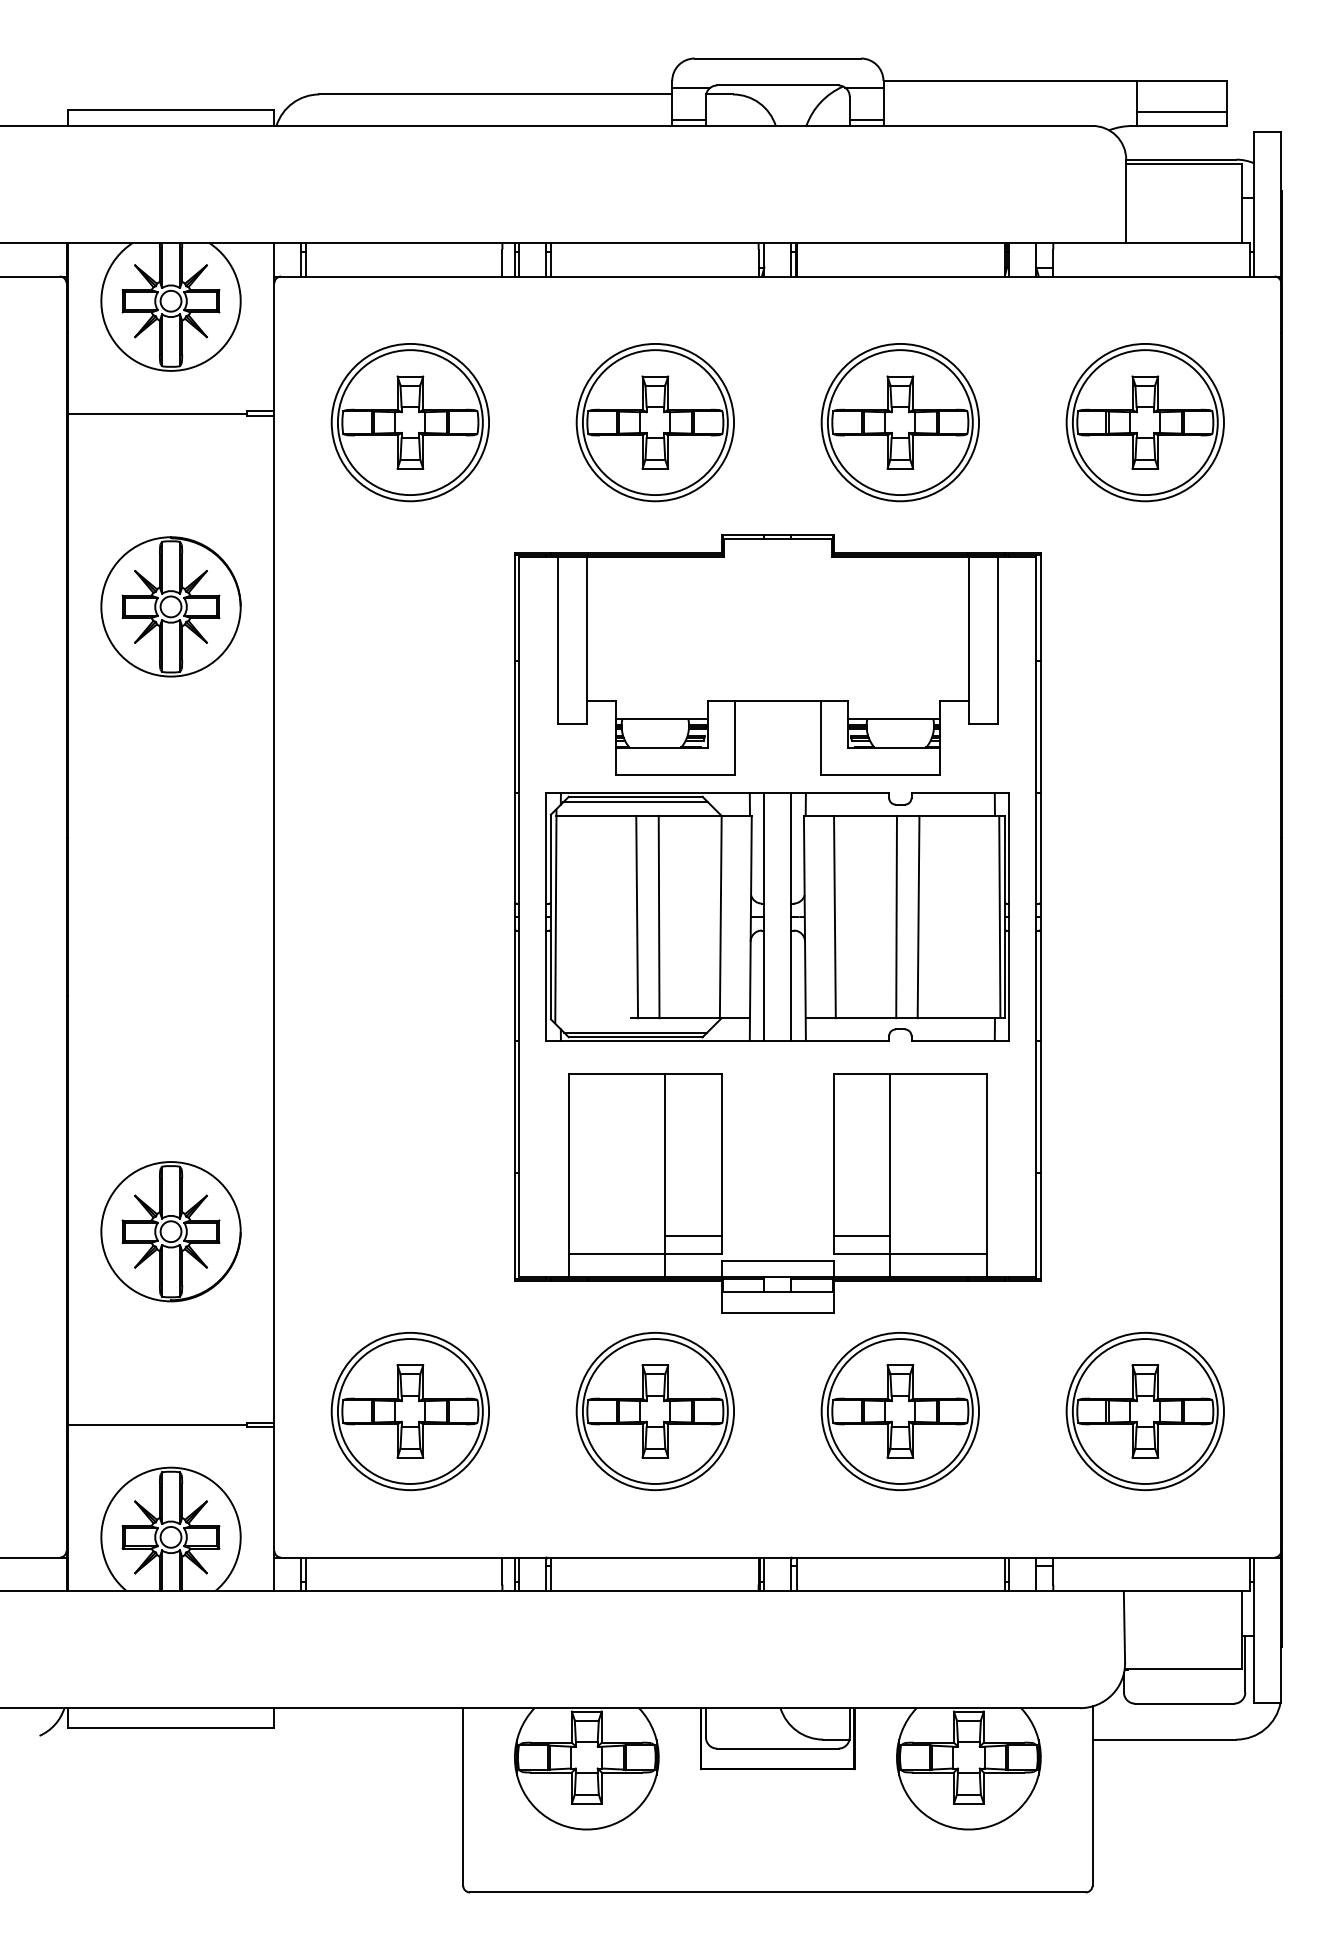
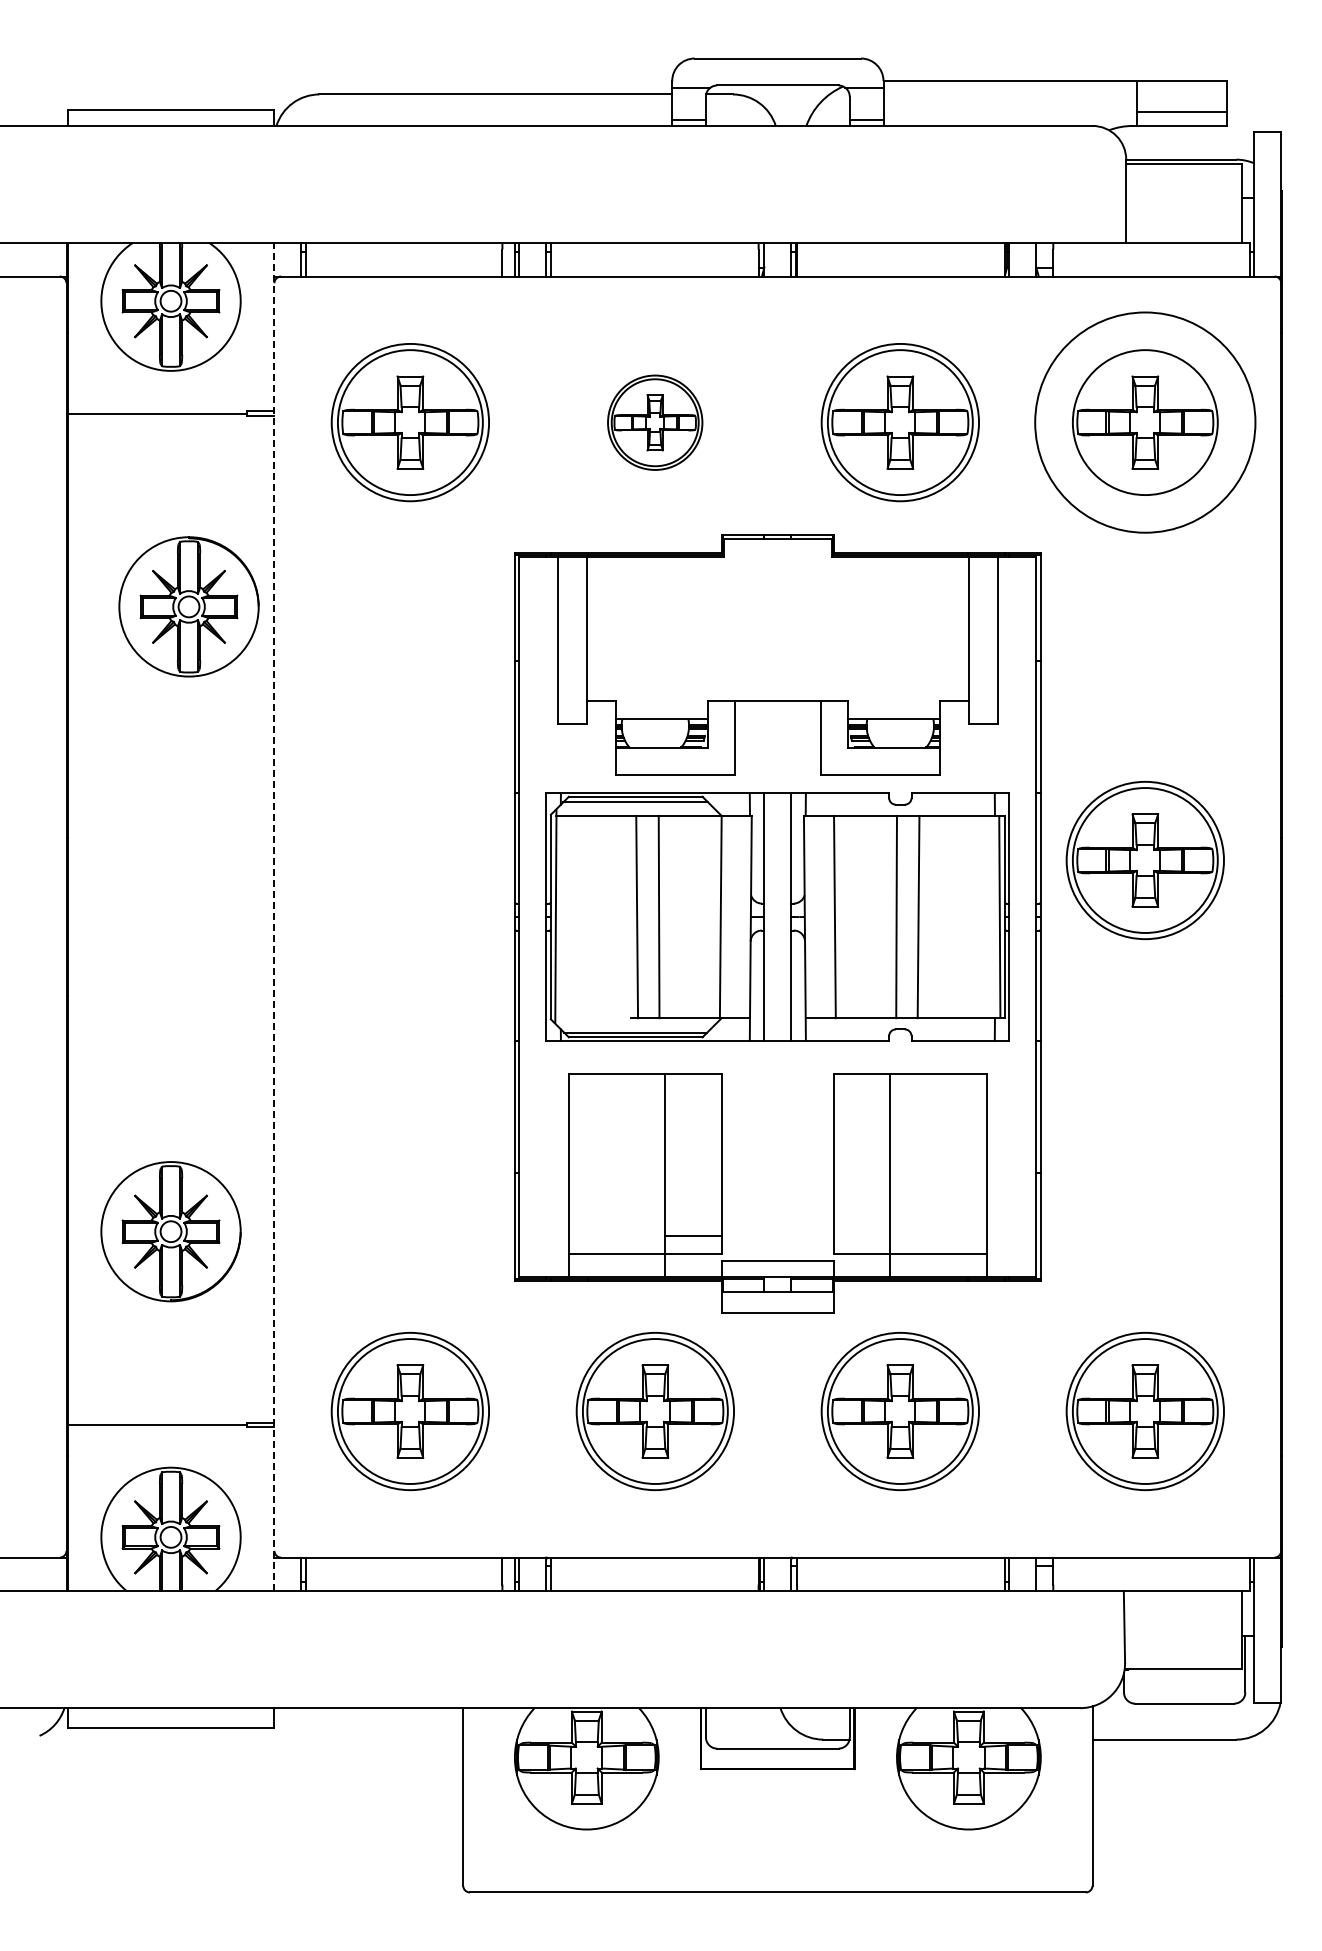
part at (654, 422) size: 160x160 px -> 97x97 px
circle at (1144, 422) diameter: 157 px -> 220 px
part at (170, 606) position: (170, 606) -> (188, 606)
part at (1144, 860): none -> present
line at (274, 916): solid -> dashed
line at (862, 1236): present -> none
